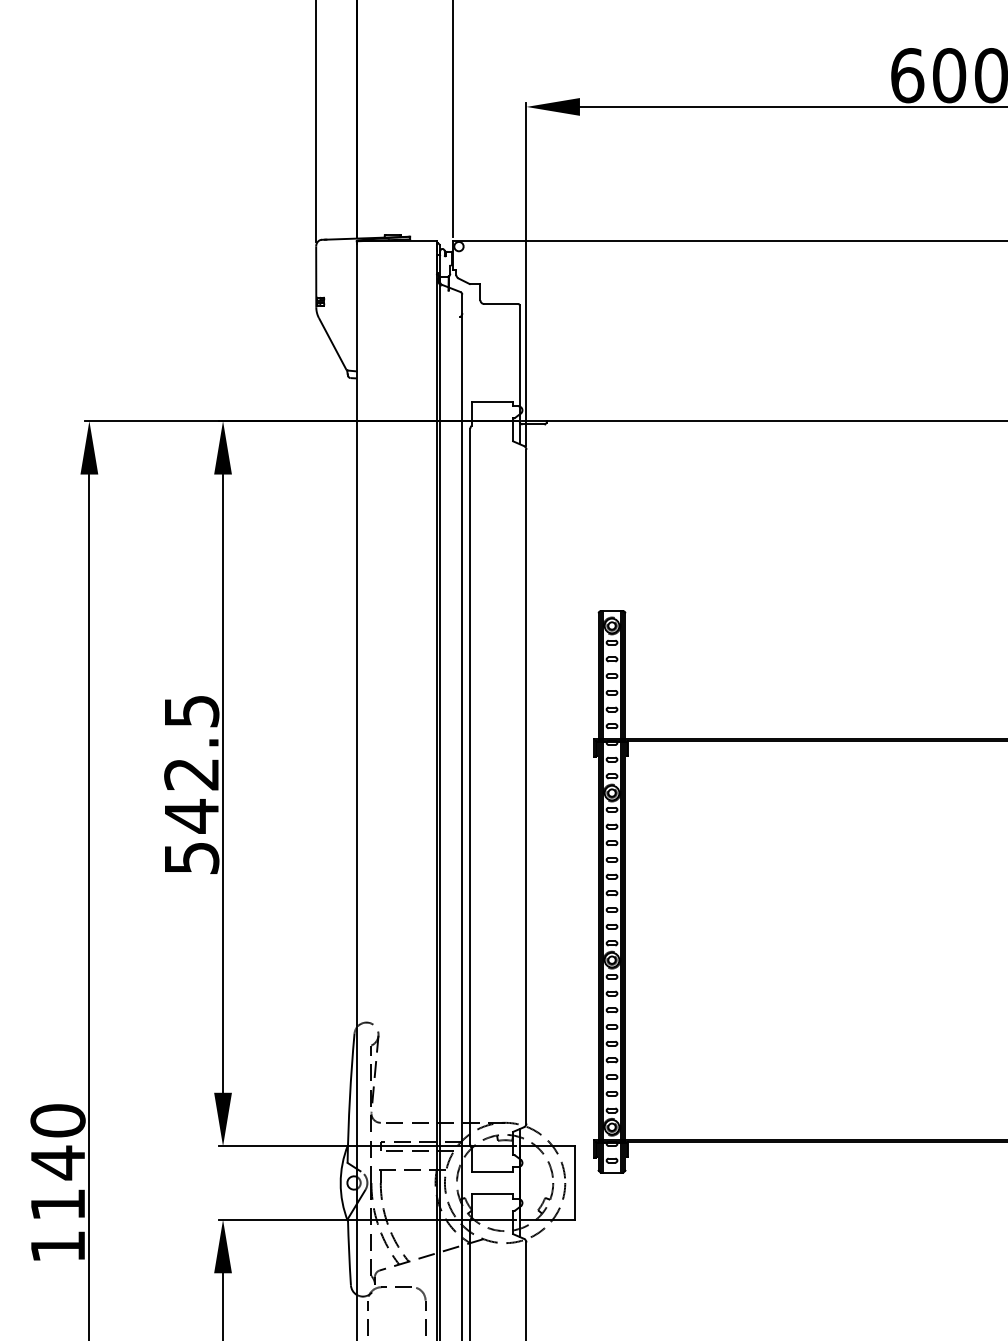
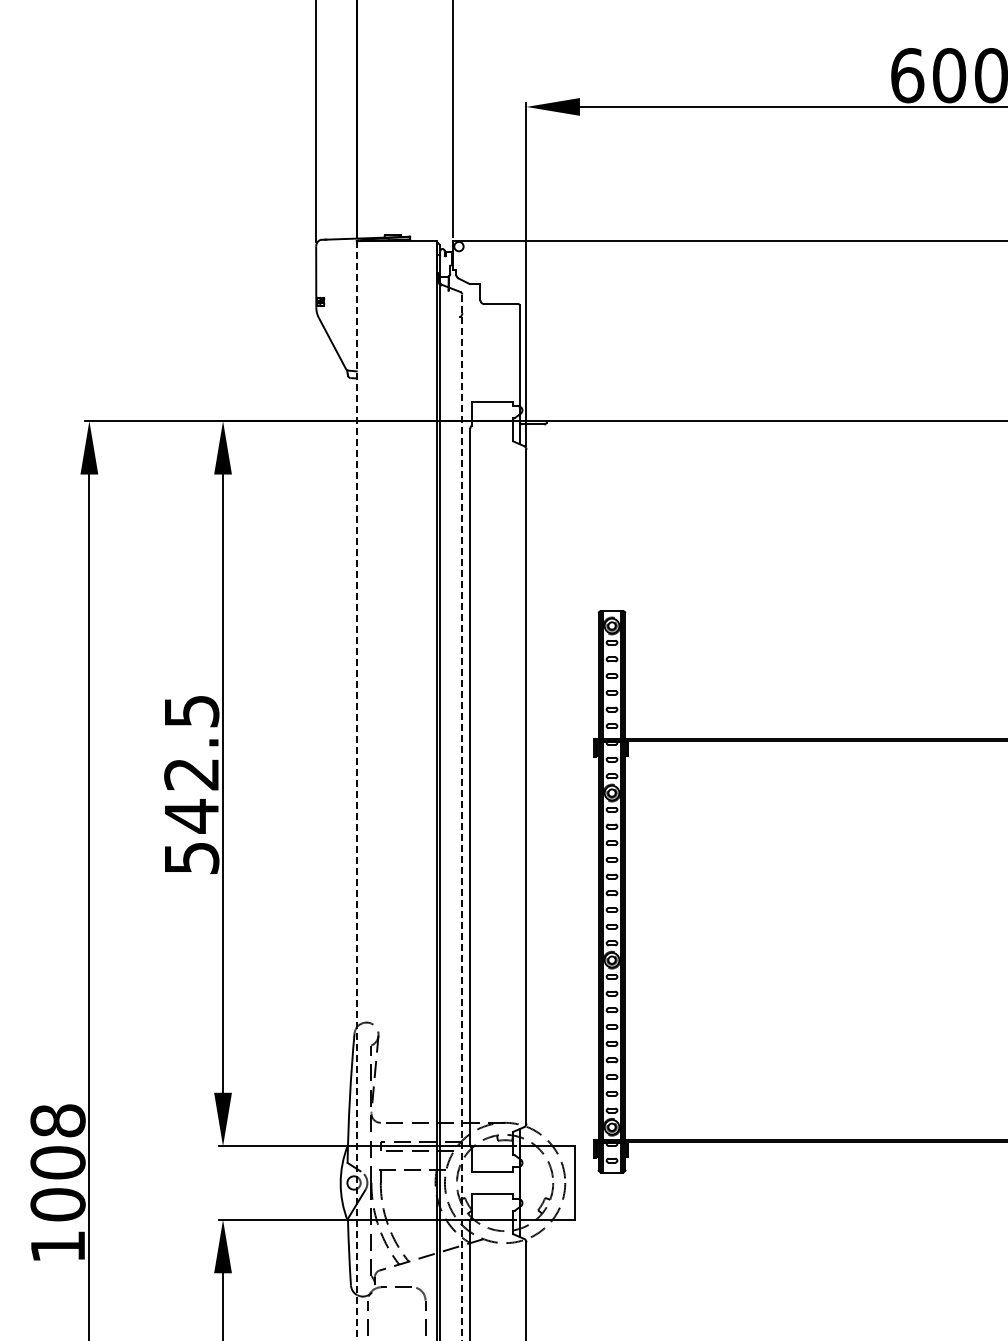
line at (356, 790): solid -> dashed
line at (462, 817): solid -> dashed
text at (57, 1162): 1140 -> 1008
